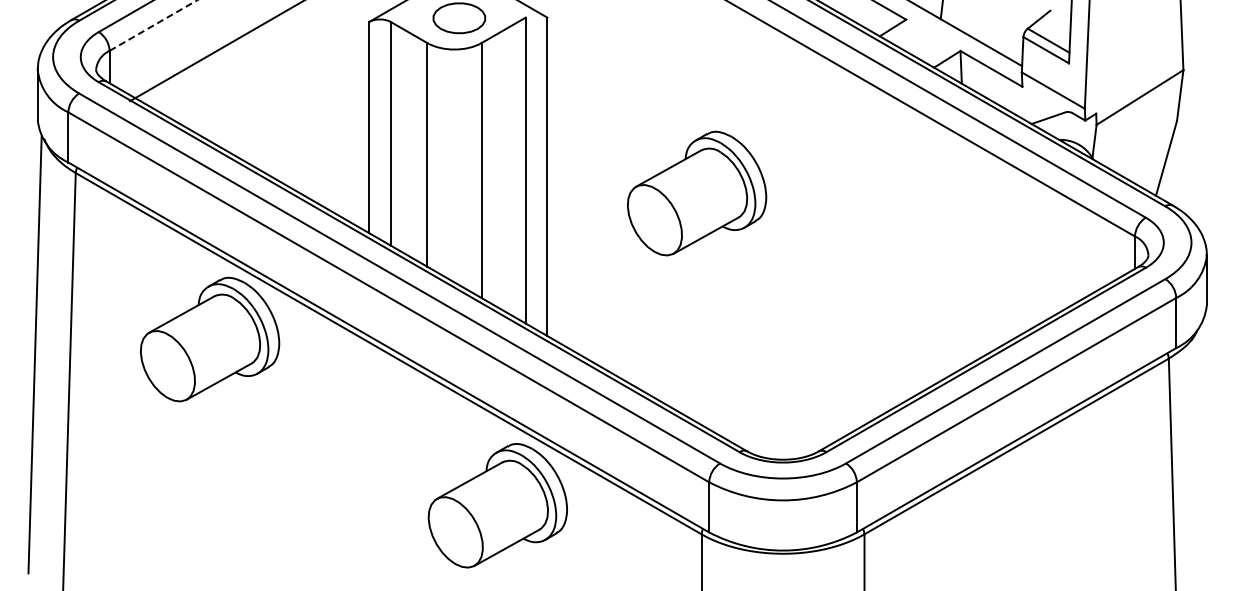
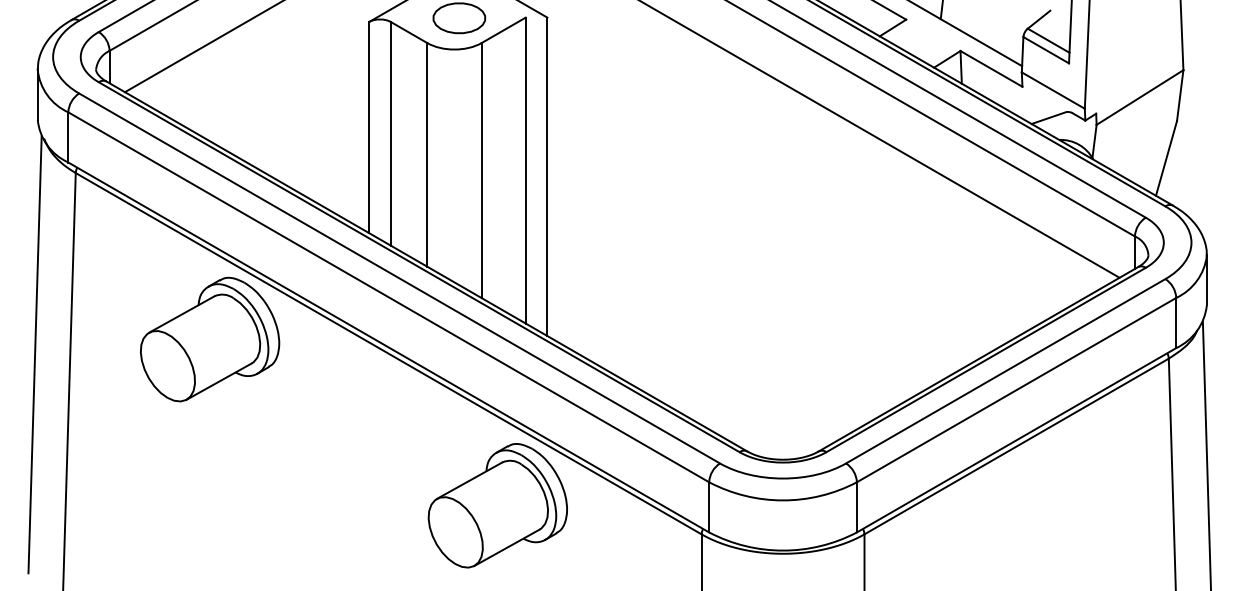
line at (153, 25): dashed -> solid
line at (215, 51) position: (215, 51) -> (202, 47)
line at (880, 139): none -> present
part at (697, 193): present -> none
line at (1206, 454): none -> present
